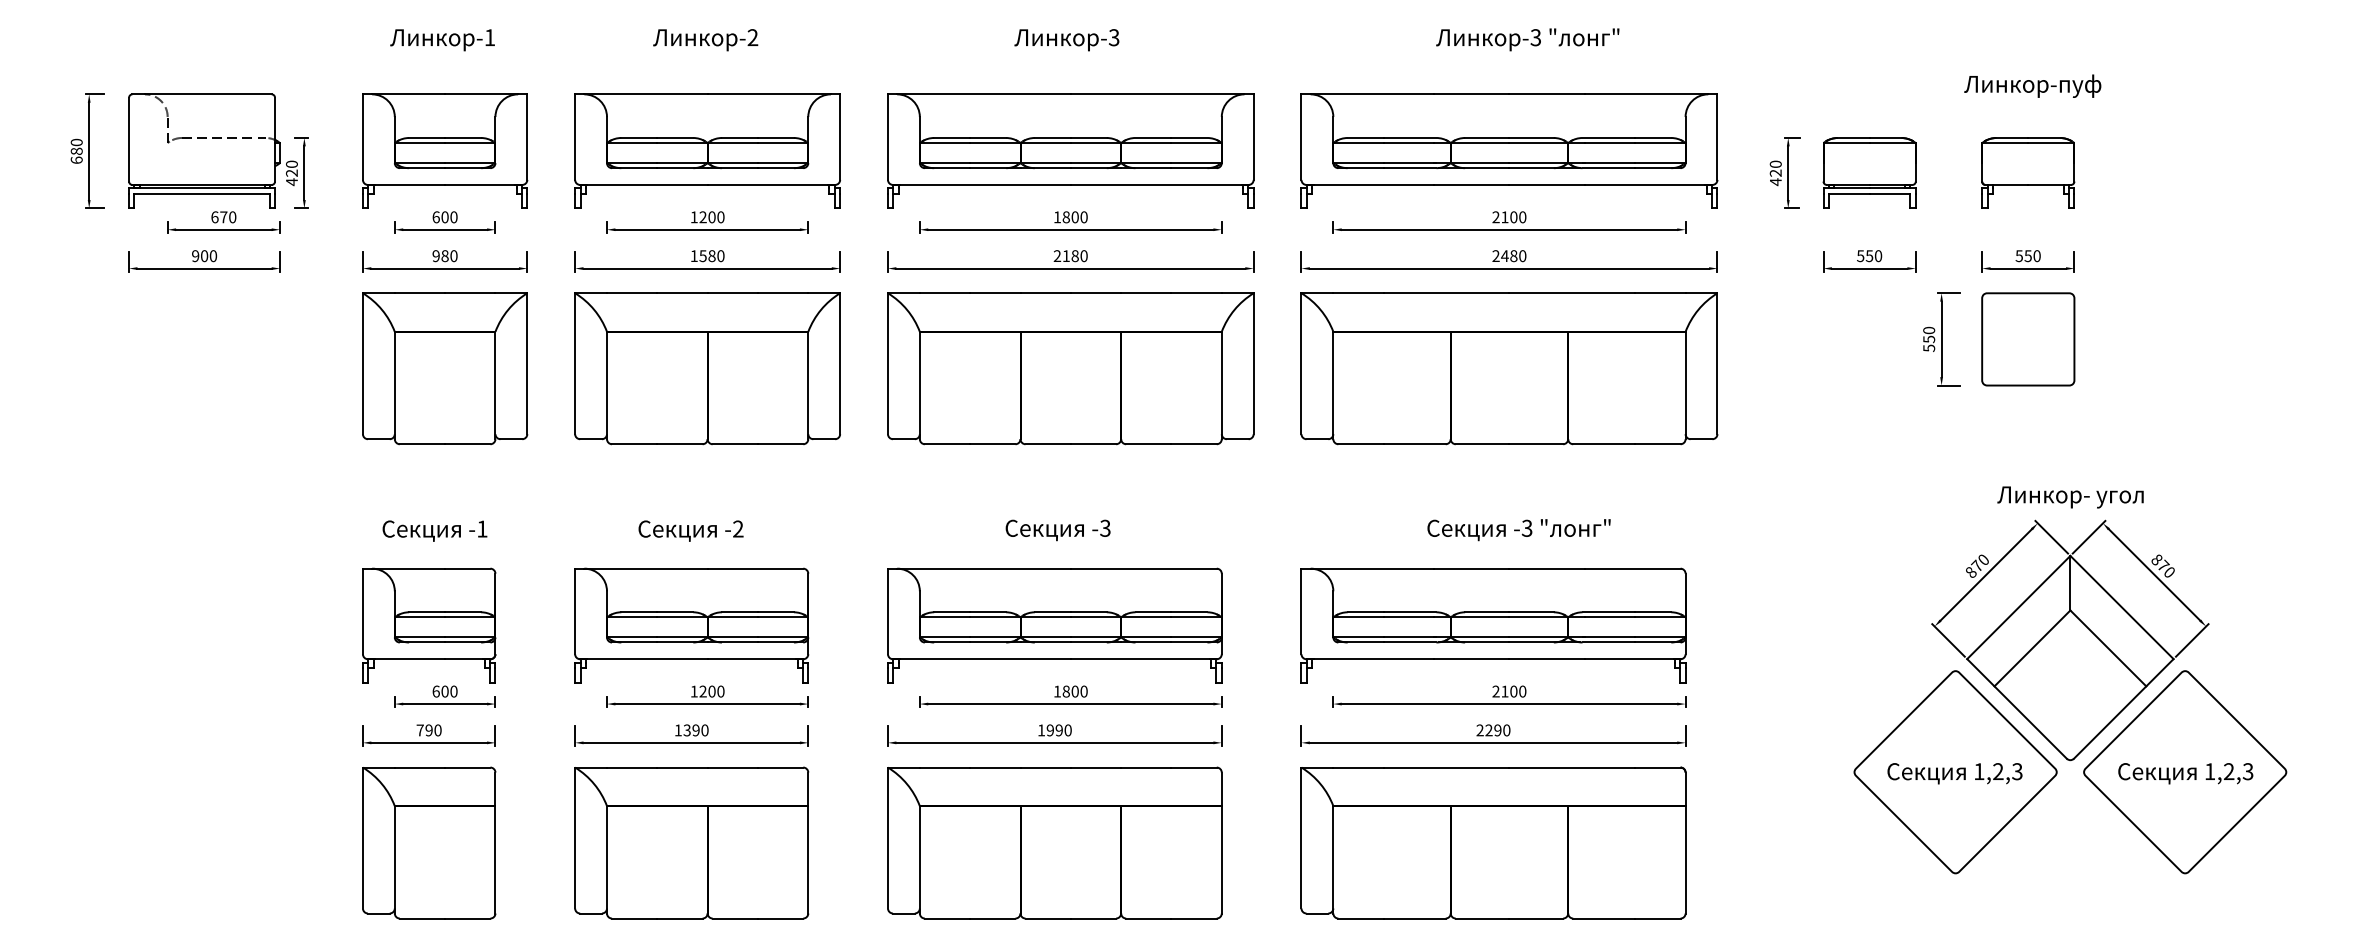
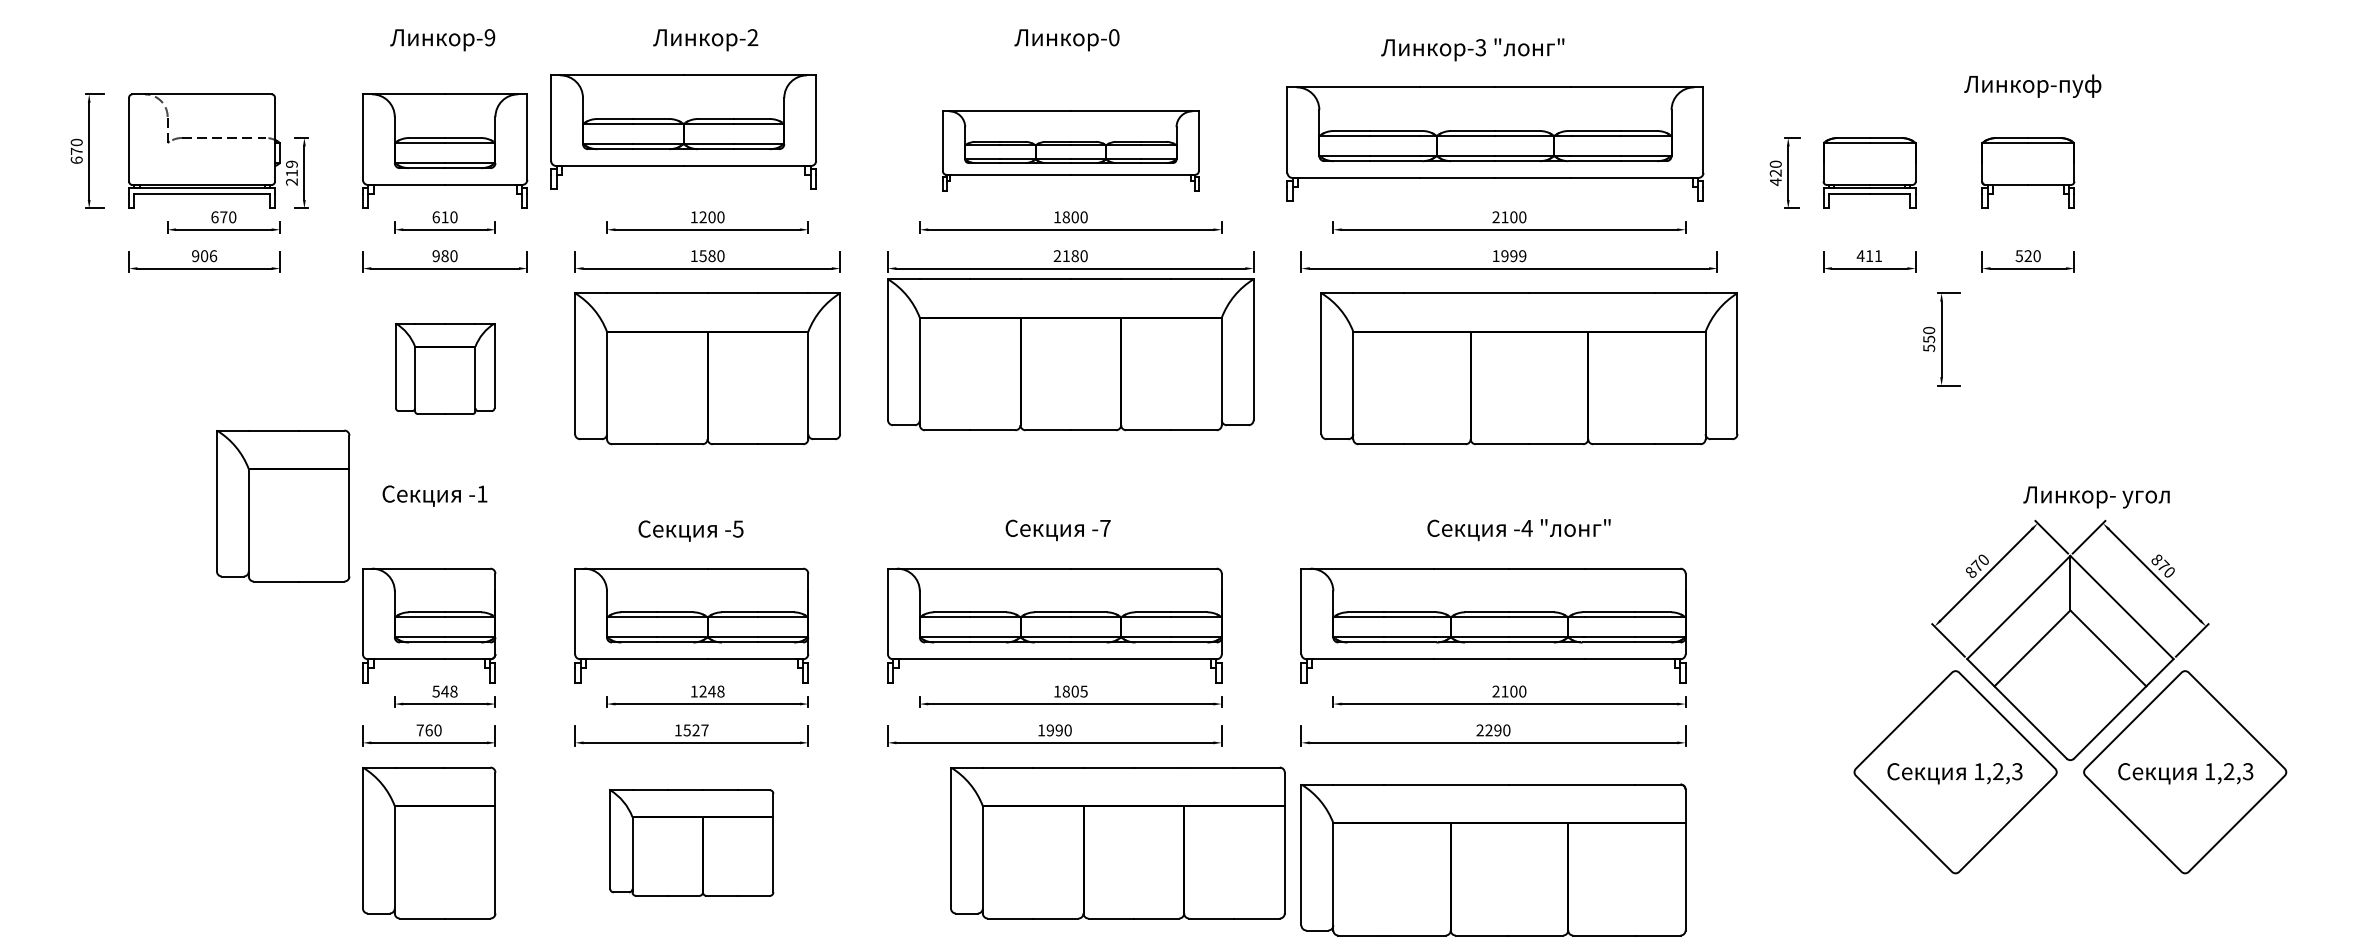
text at (489, 37): -1 -> -9
text at (1113, 37): -3 -> -0
text at (1527, 39) position: (1527, 39) -> (1472, 49)
text at (76, 150): 680 -> 670
part at (707, 150) position: (707, 150) -> (683, 131)
part at (1070, 150) size: 368x116 px -> 258x82 px
part at (1509, 150) position: (1509, 150) -> (1495, 143)
text at (291, 173): 420 -> 219
text at (444, 217): 600 -> 610
text at (213, 255): 900 -> 906
text at (1509, 256): 2480 -> 1999
text at (1869, 256): 550 -> 411
text at (2027, 256): 550 -> 520
part at (2028, 339): present -> none
part at (445, 368) size: 167x154 px -> 101x92 px
part at (1070, 368) position: (1070, 368) -> (1070, 354)
part at (1509, 368) position: (1509, 368) -> (1529, 368)
text at (2070, 497) position: (2070, 497) -> (2096, 497)
part at (283, 505): none -> present
text at (1105, 527): -3 -> -7
text at (1526, 527): -3 -> -4
text at (737, 528): -2 -> -5
text at (434, 530) position: (434, 530) -> (434, 495)
text at (444, 691): 600 -> 548
text at (716, 691): 1200 -> 1248
text at (1083, 691): 1800 -> 1805
text at (428, 730): 790 -> 760
text at (696, 730): 1390 -> 1527
part at (691, 842) size: 236x154 px -> 166x108 px
part at (1054, 842) position: (1054, 842) -> (1117, 842)
part at (1493, 842) position: (1493, 842) -> (1493, 859)
